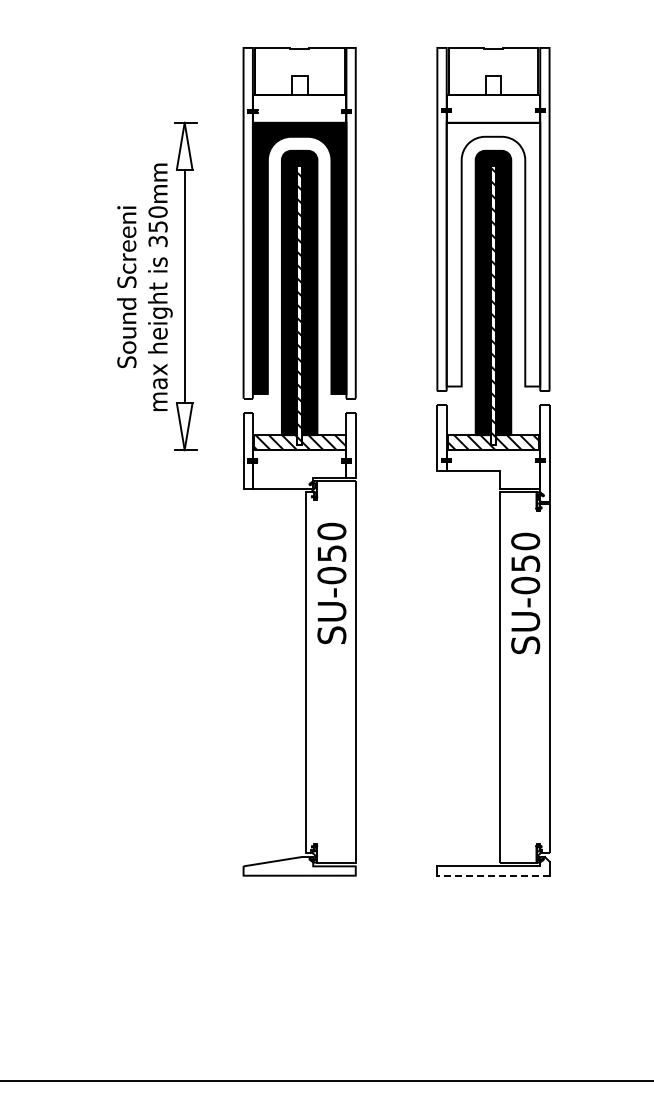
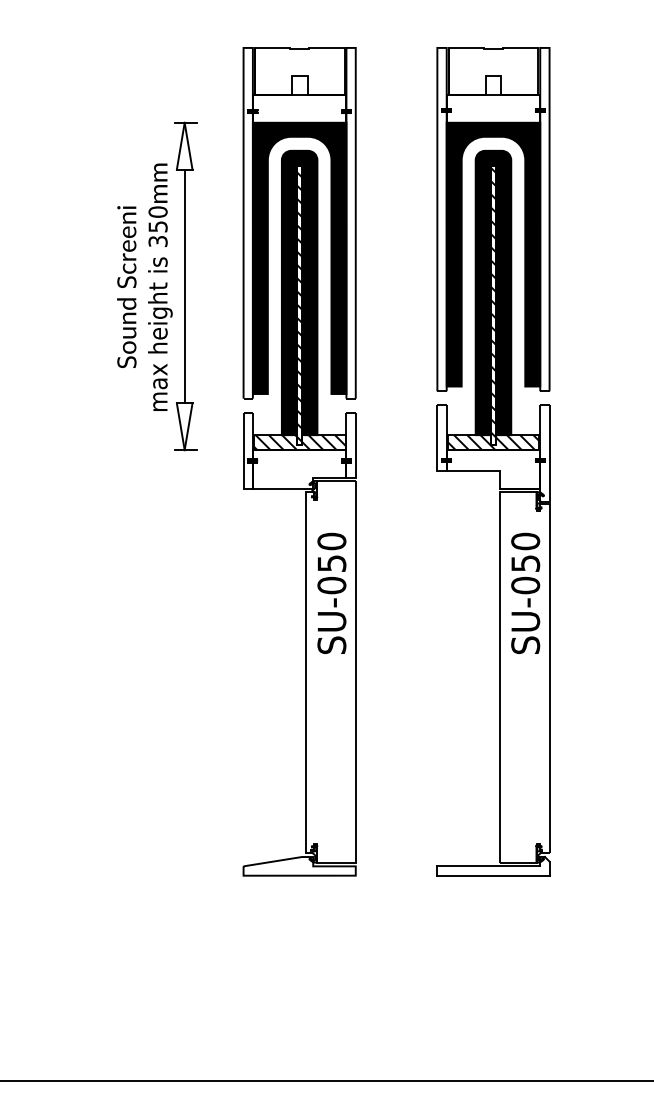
fill at (493, 254): none -> present
text at (331, 582) position: (331, 582) -> (331, 592)
line at (492, 875): dashed -> solid
